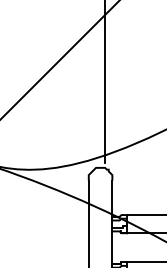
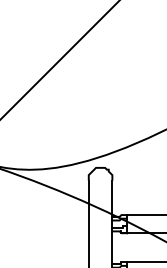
line at (104, 82): present -> none
